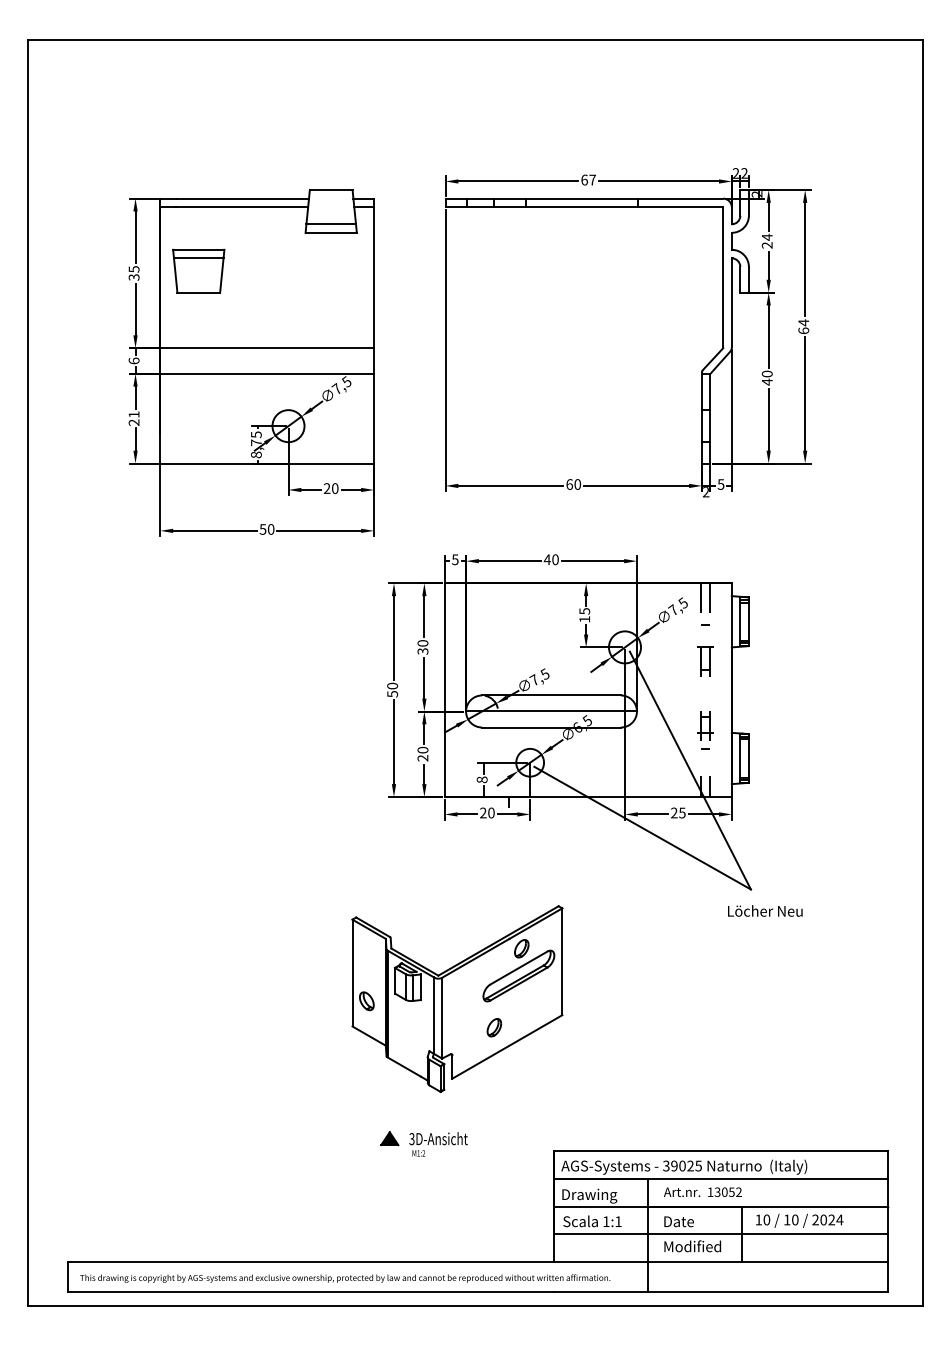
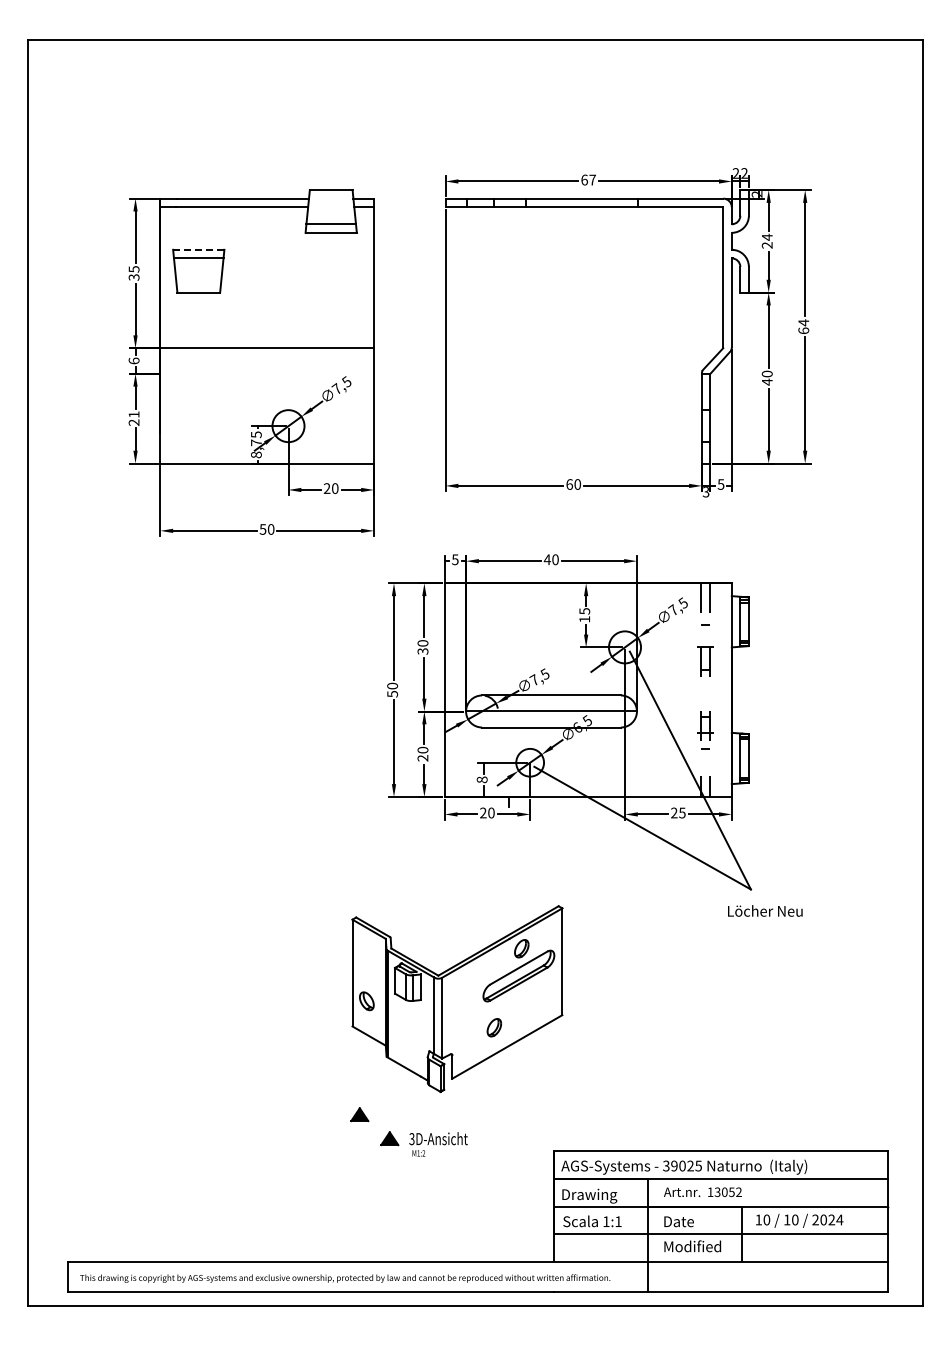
line at (198, 249): solid -> dashed
line at (266, 373): present -> none
text at (706, 492): 2 -> 3
part at (359, 1114): none -> present
